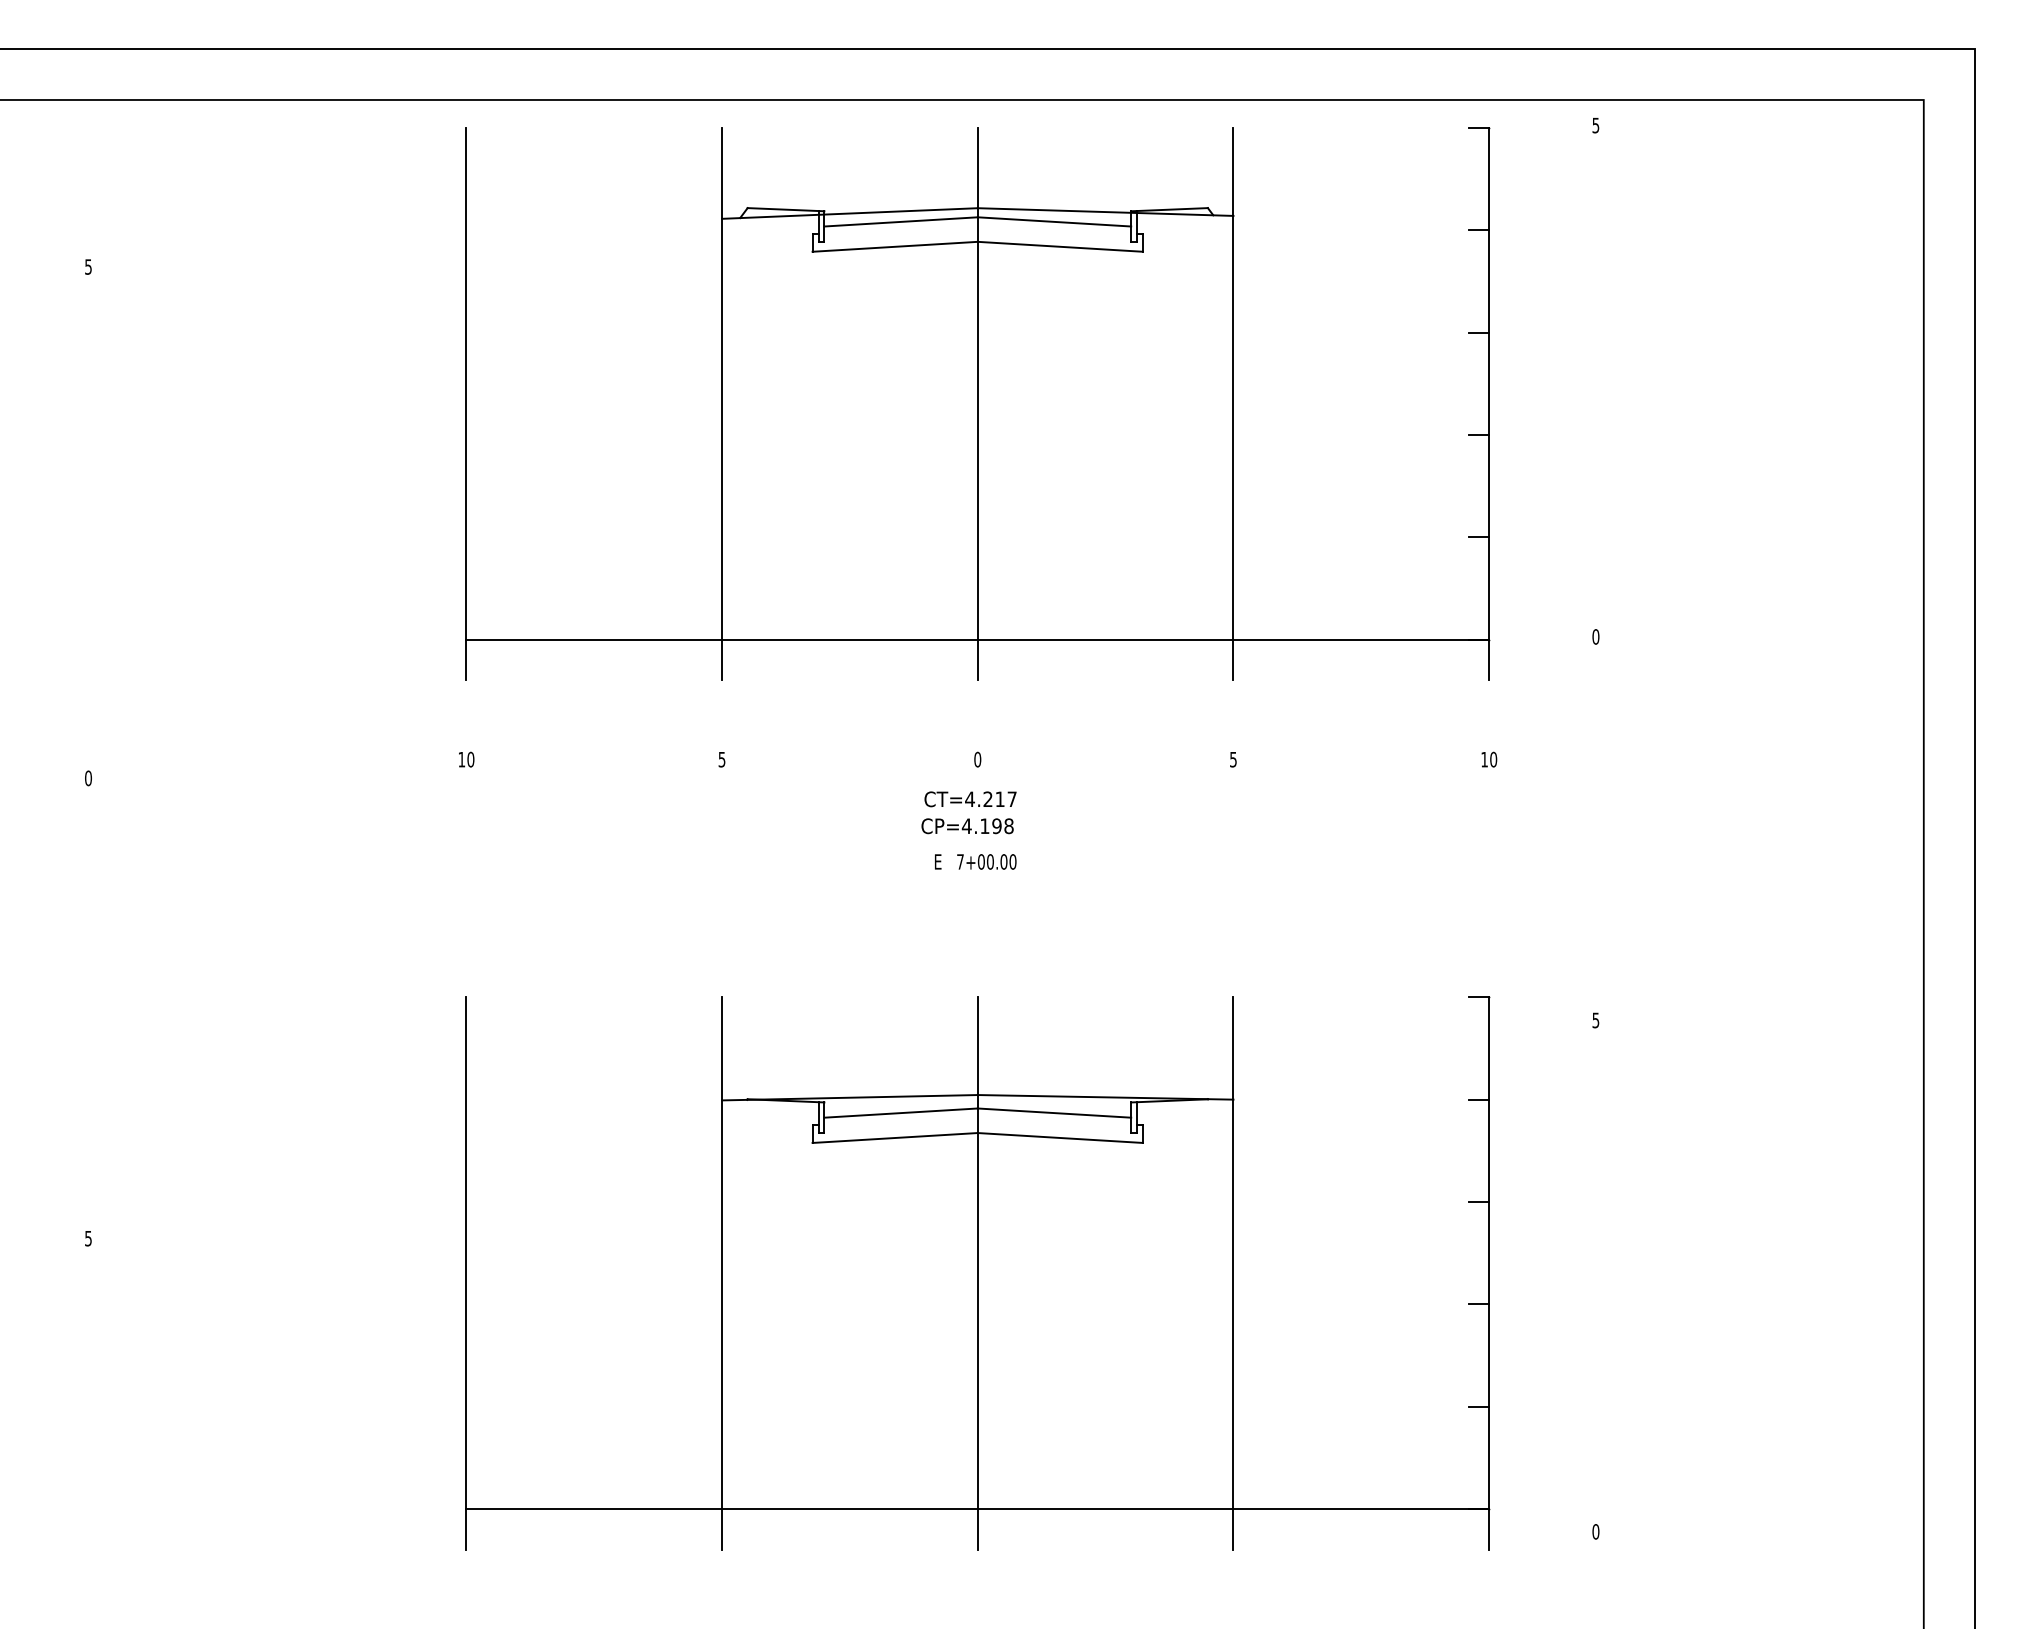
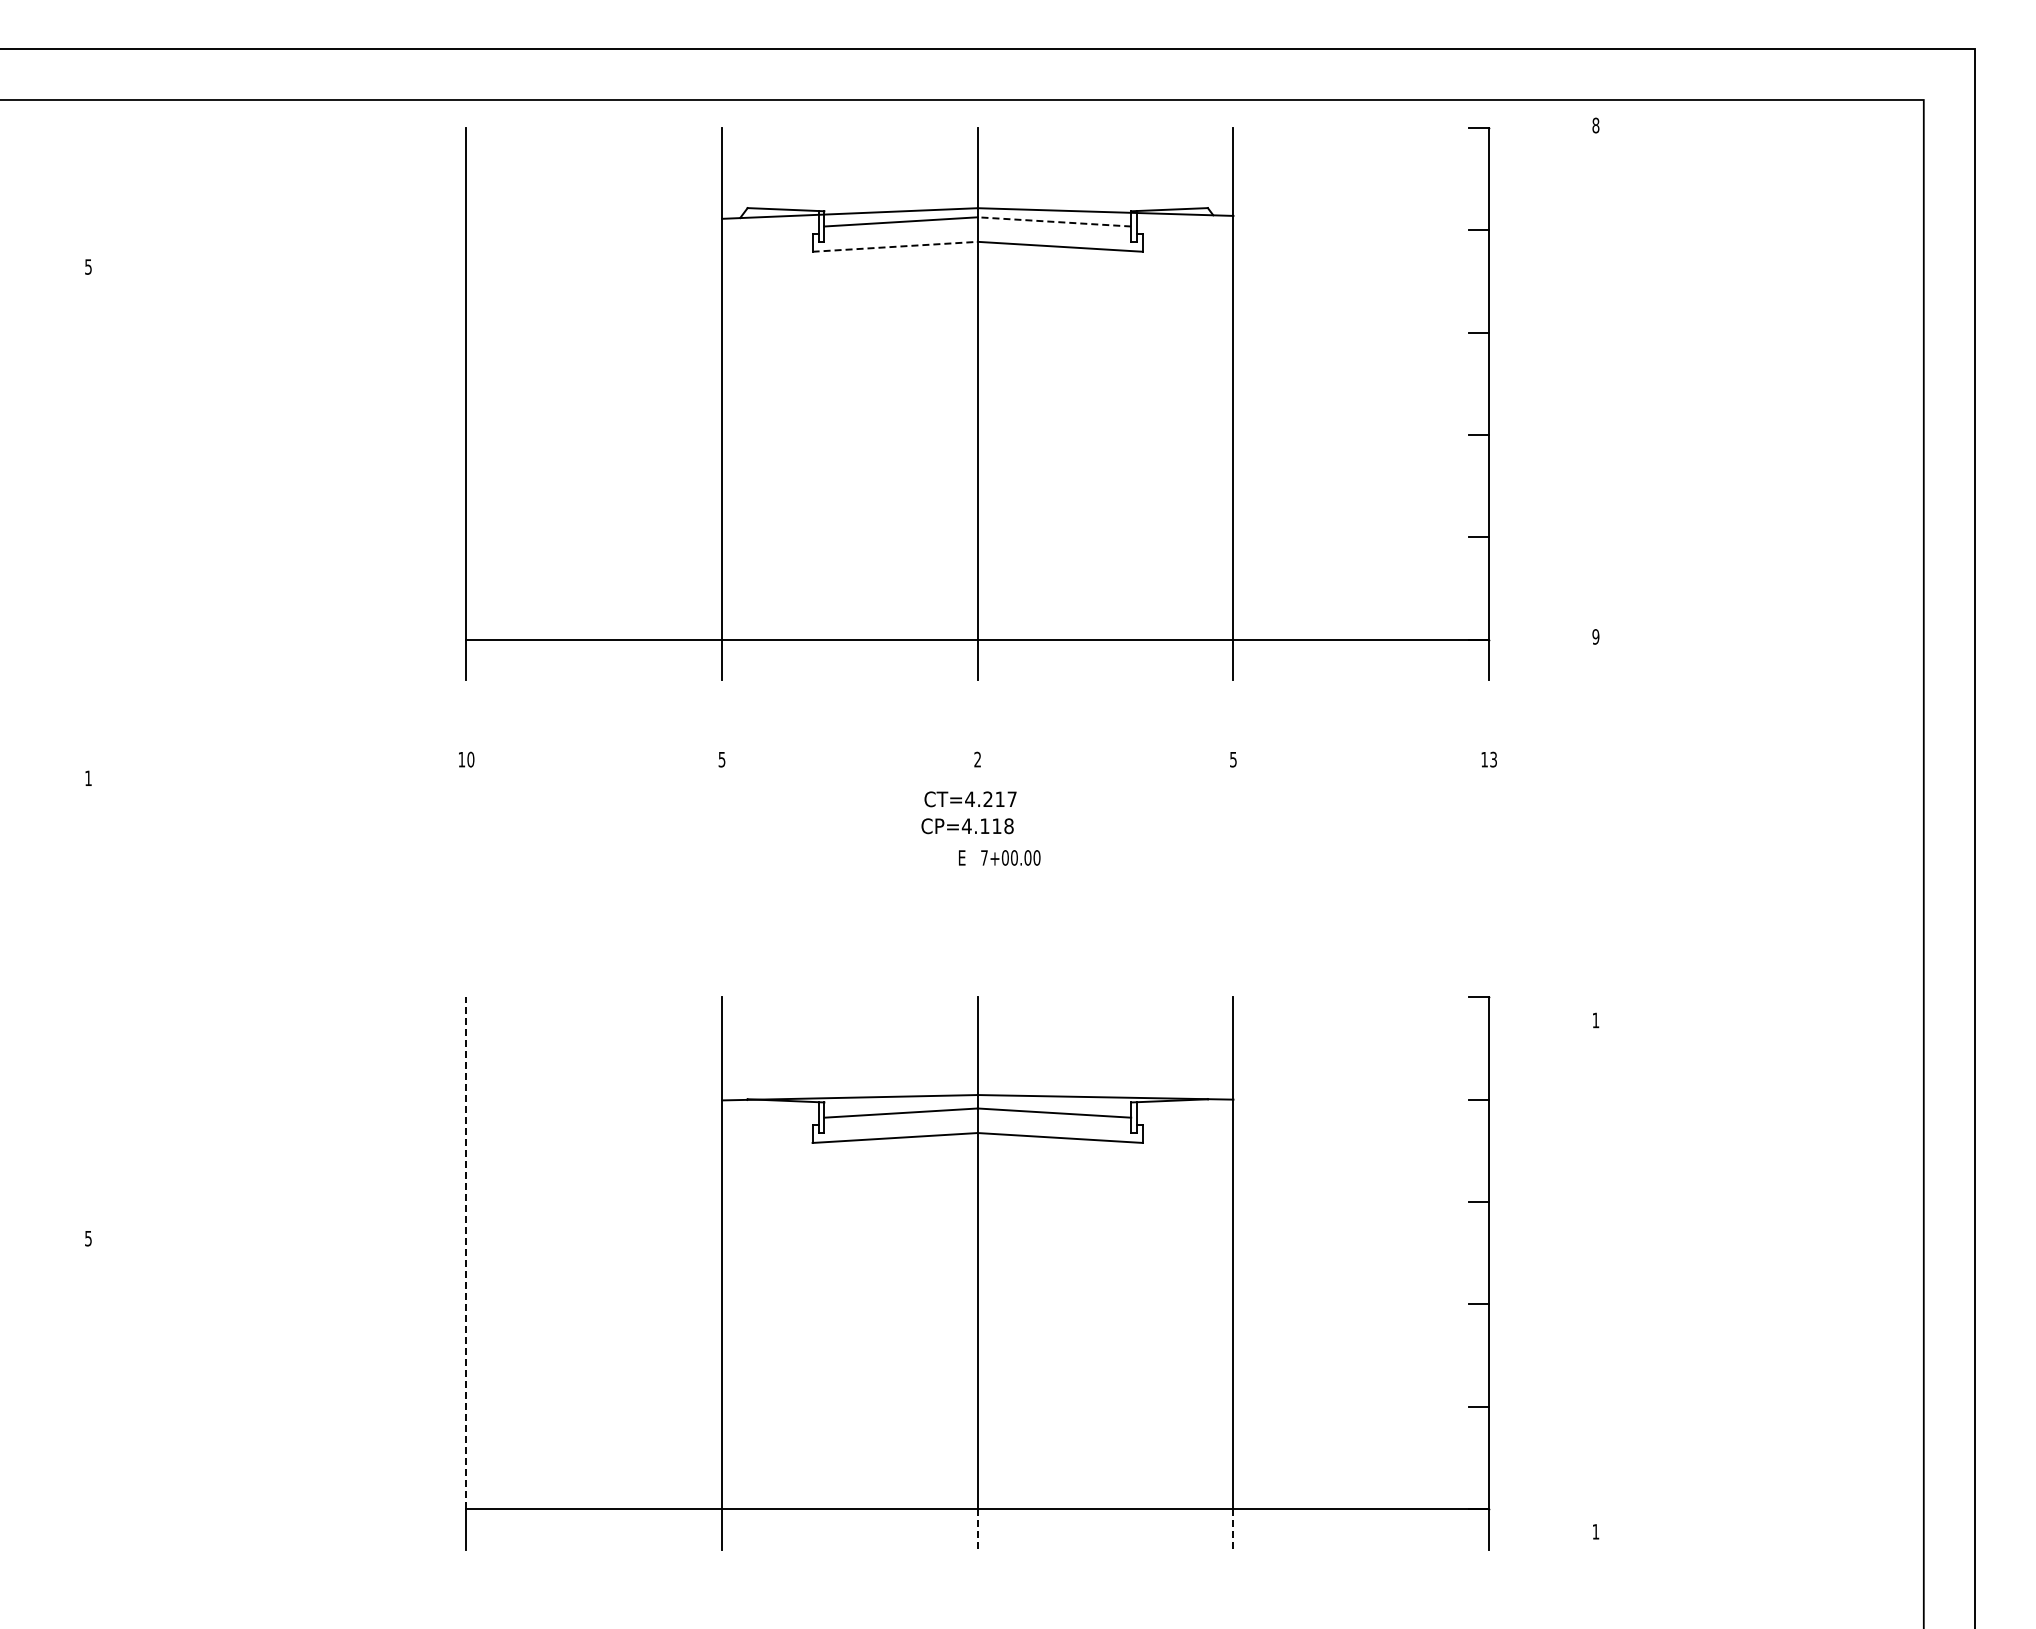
text at (1595, 125): 5 -> 8
line at (1054, 221): solid -> dashed
line at (895, 246): solid -> dashed
text at (1595, 636): 0 -> 9
text at (977, 759): 0 -> 2
text at (1493, 759): 10 -> 13
text at (88, 778): 0 -> 1
text at (996, 826): CP=4.198 -> CP=4.118
text at (975, 861) position: (975, 861) -> (999, 857)
text at (1595, 1020): 5 -> 1
line at (466, 1253): solid -> dashed
line at (977, 1529): solid -> dashed
line at (1233, 1529): solid -> dashed
text at (1595, 1531): 0 -> 1
